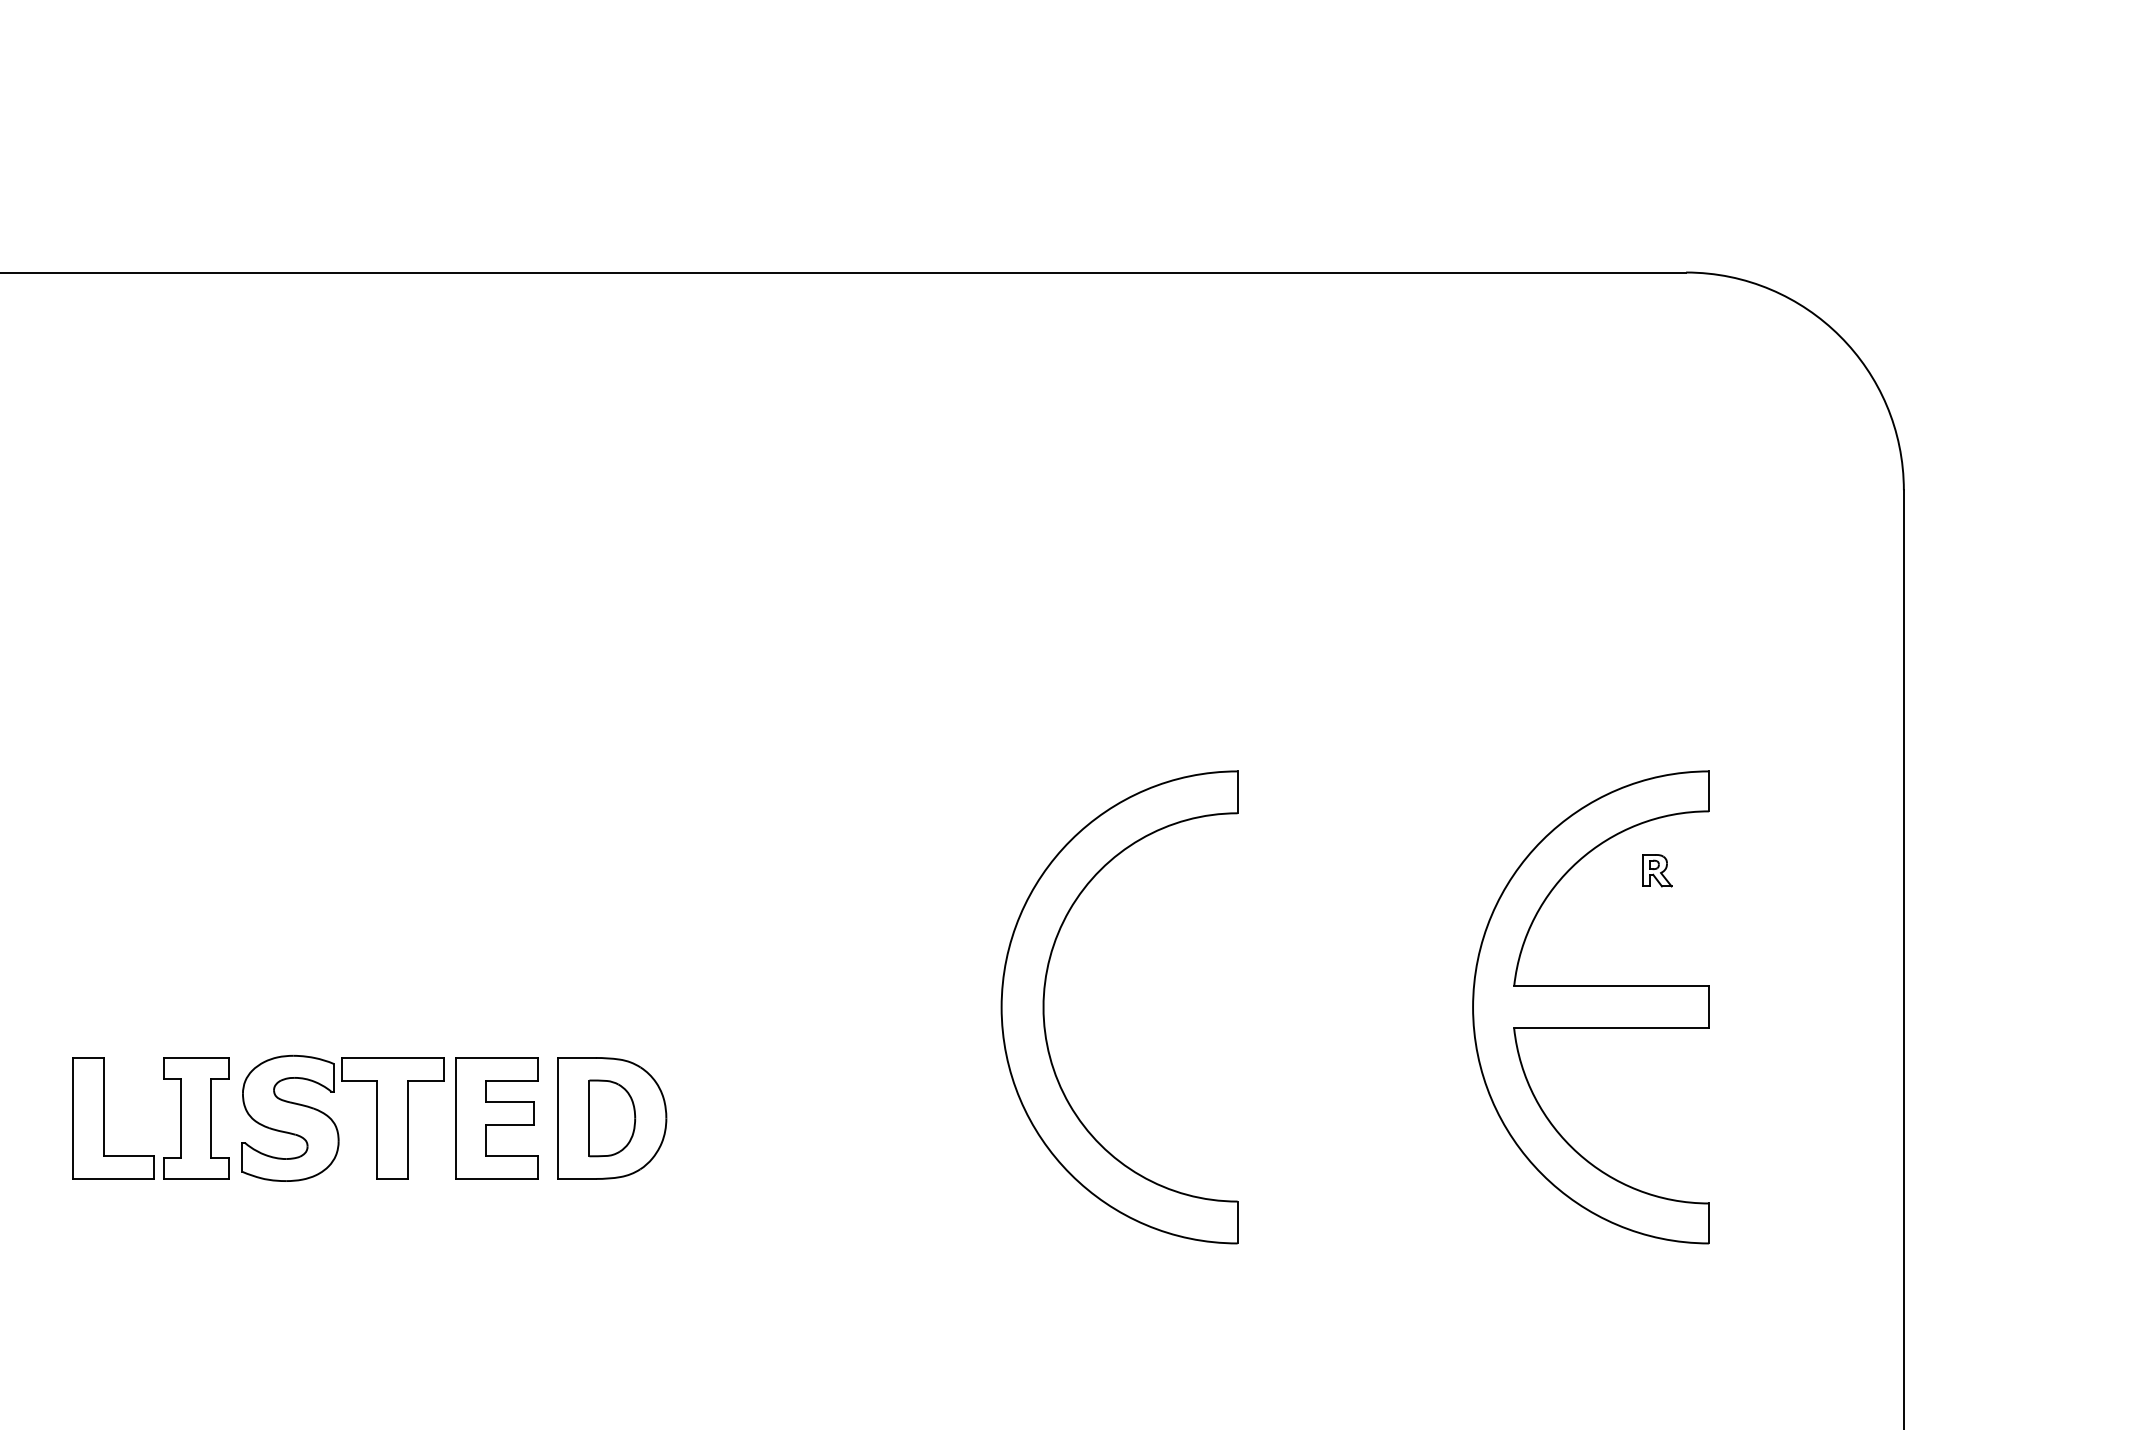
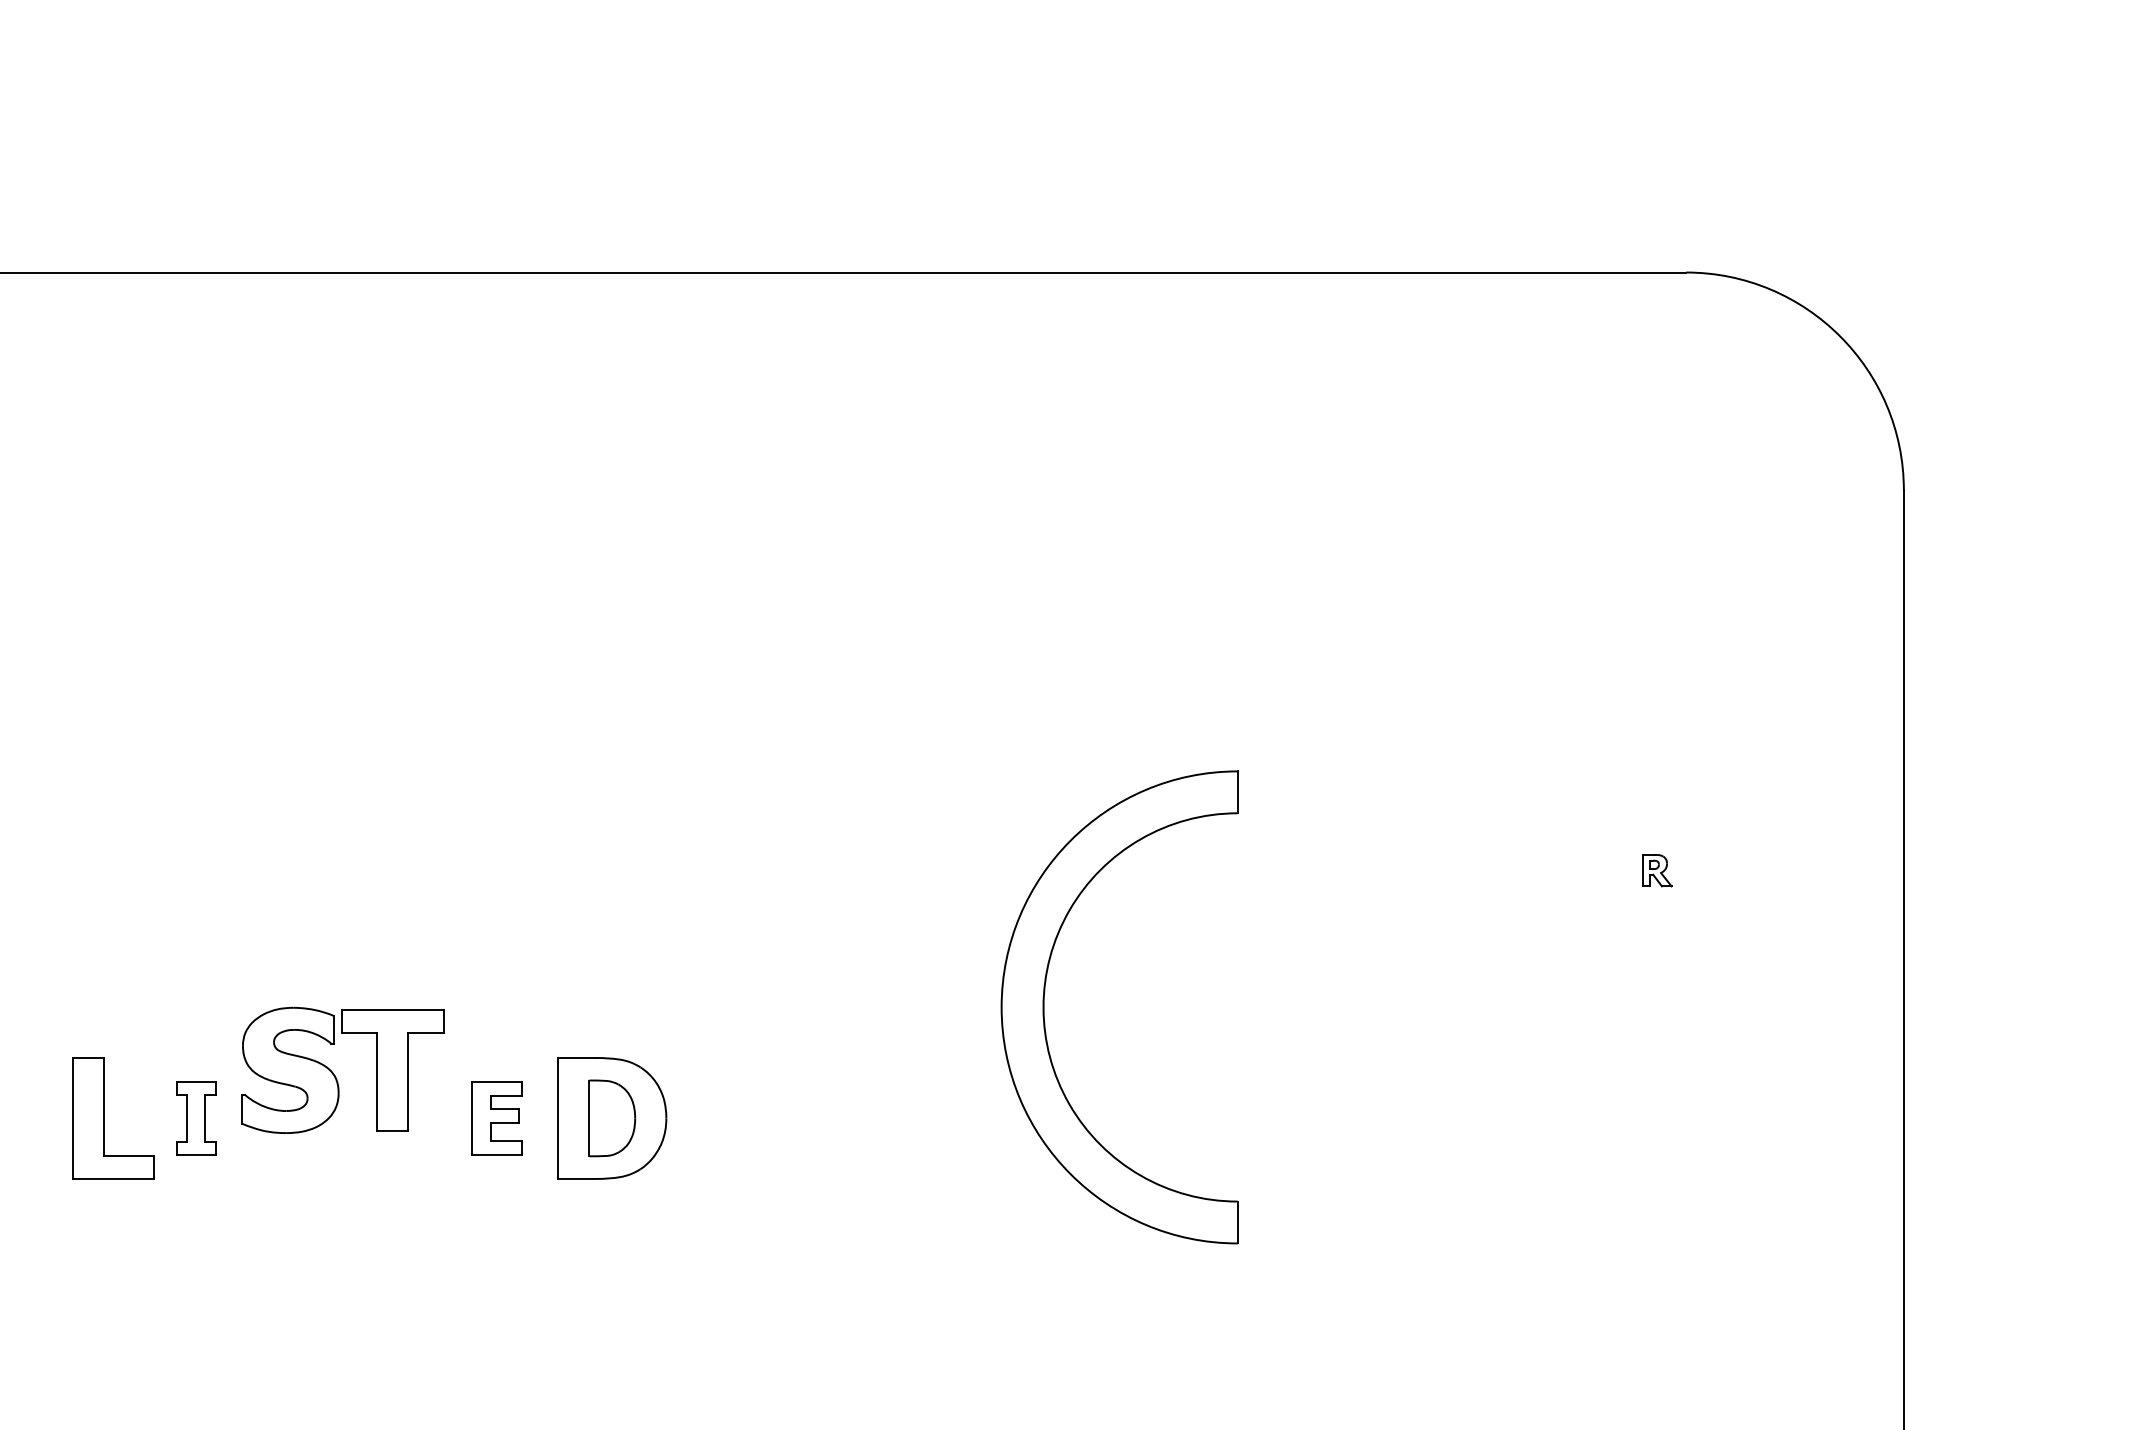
part at (1590, 1007): present -> none
part at (196, 1118) size: 67x123 px -> 41x75 px
part at (496, 1118) size: 84x123 px -> 52x75 px
part at (334, 1121) position: (334, 1121) -> (334, 1073)
